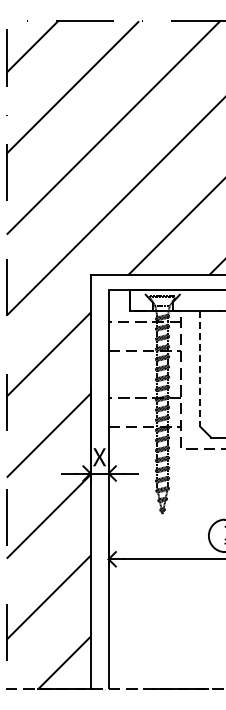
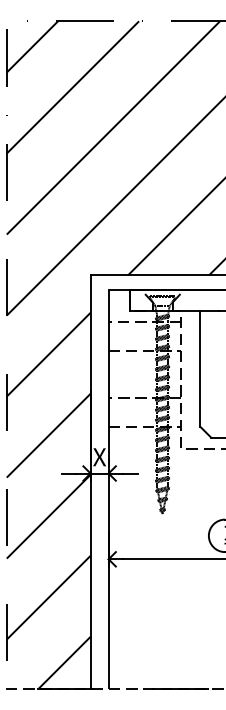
line at (200, 369): dashed -> solid
